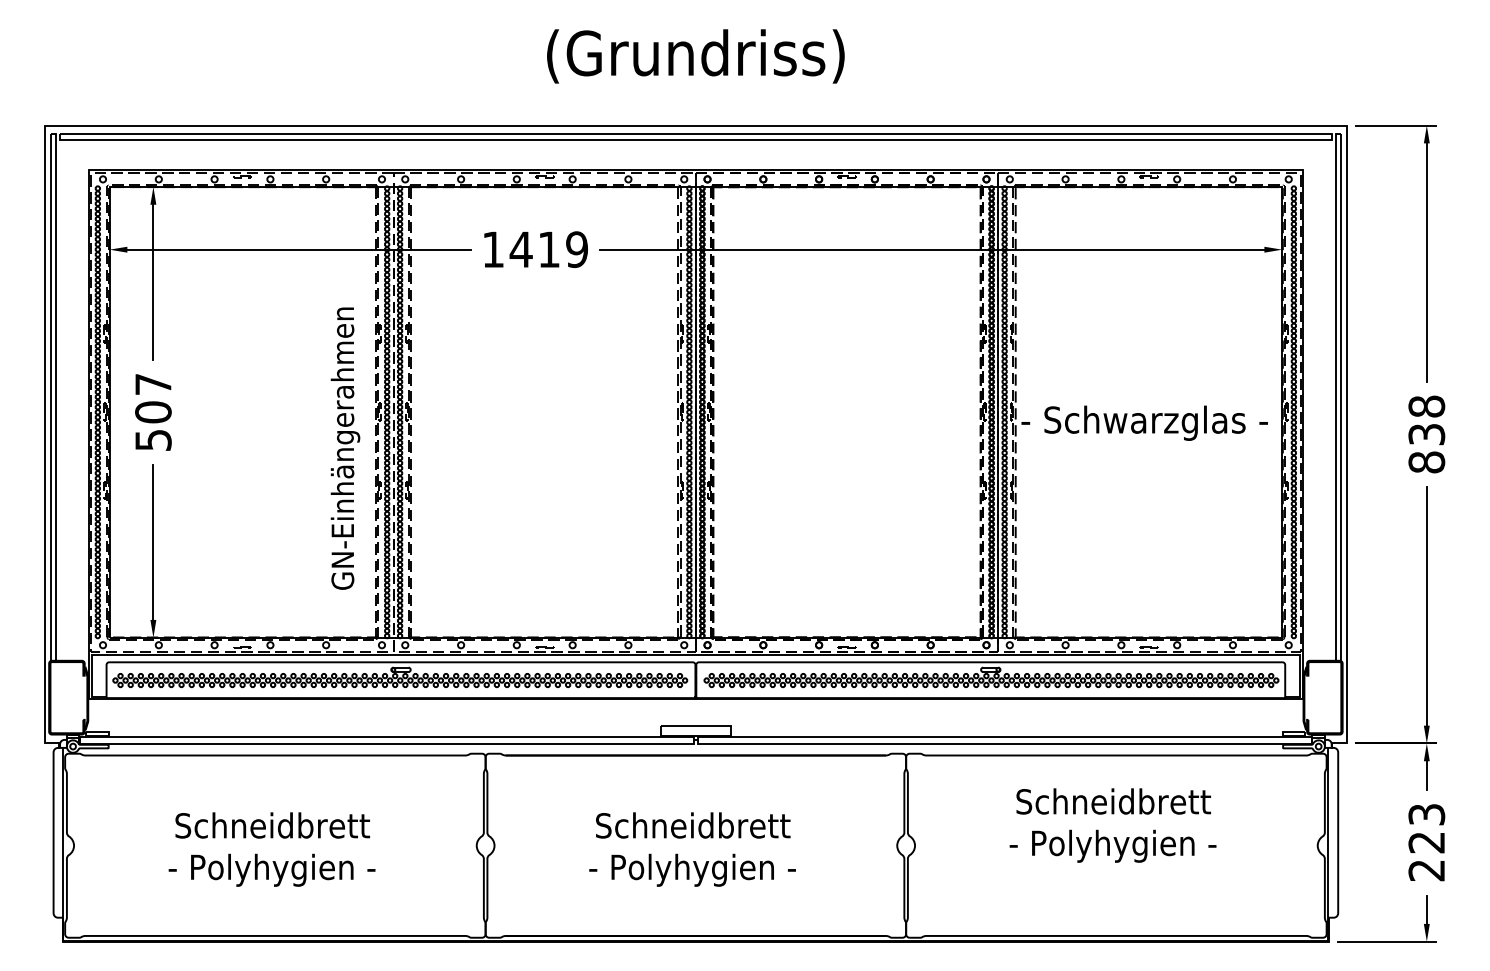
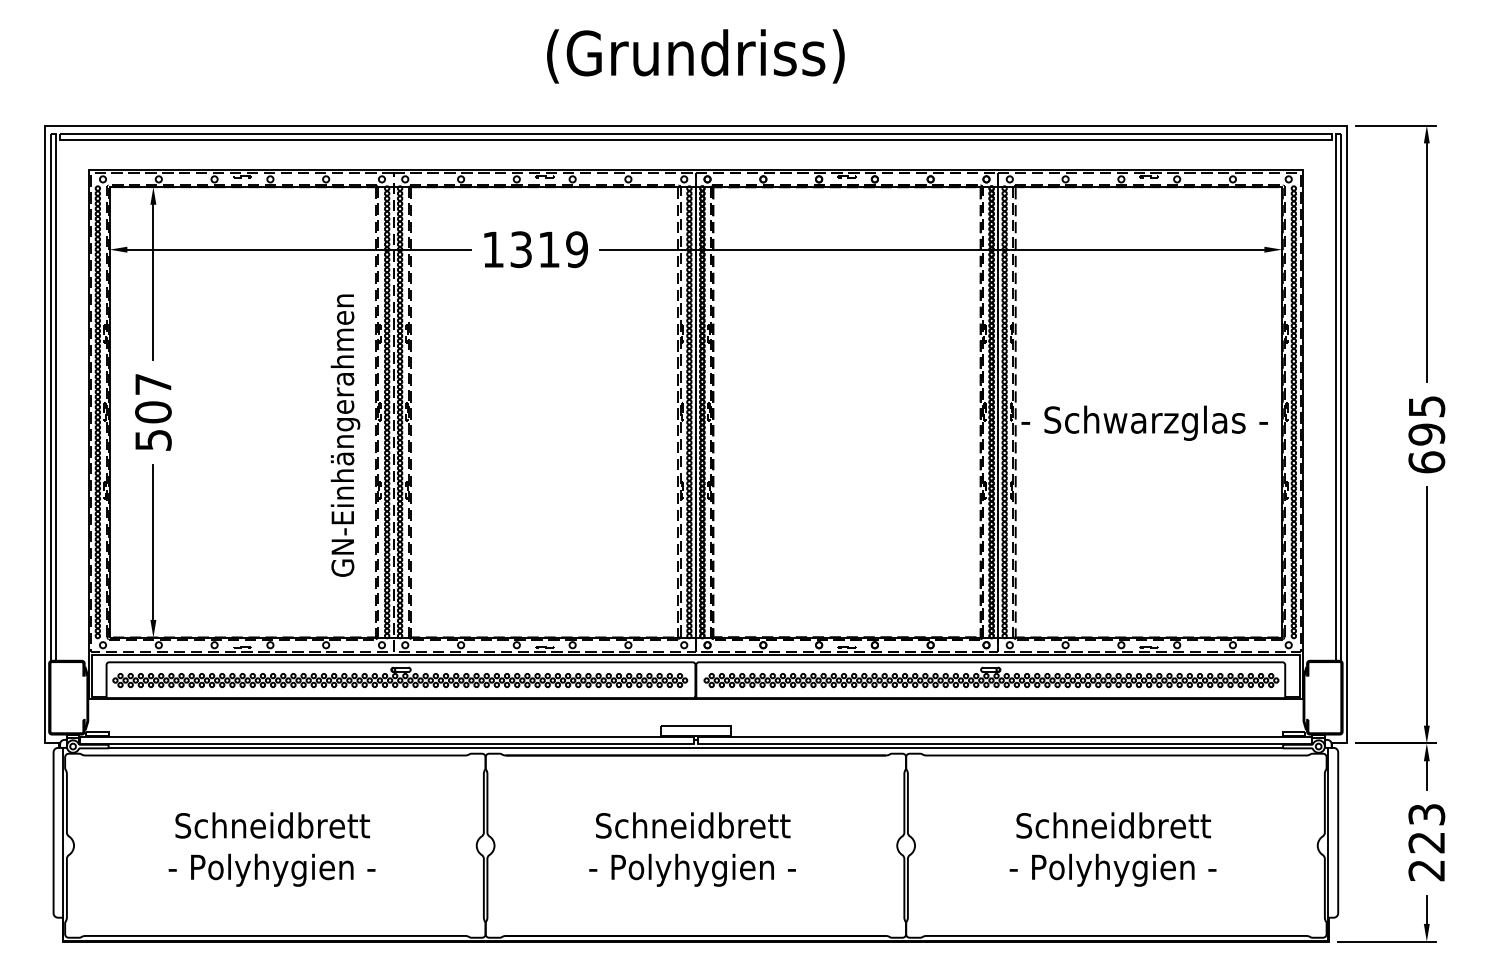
text at (520, 249): 1419 -> 1319
text at (1426, 434): 838 -> 695
text at (345, 448) position: (345, 448) -> (345, 435)
line at (695, 747): none -> present
text at (1112, 825) position: (1112, 825) -> (1112, 849)
